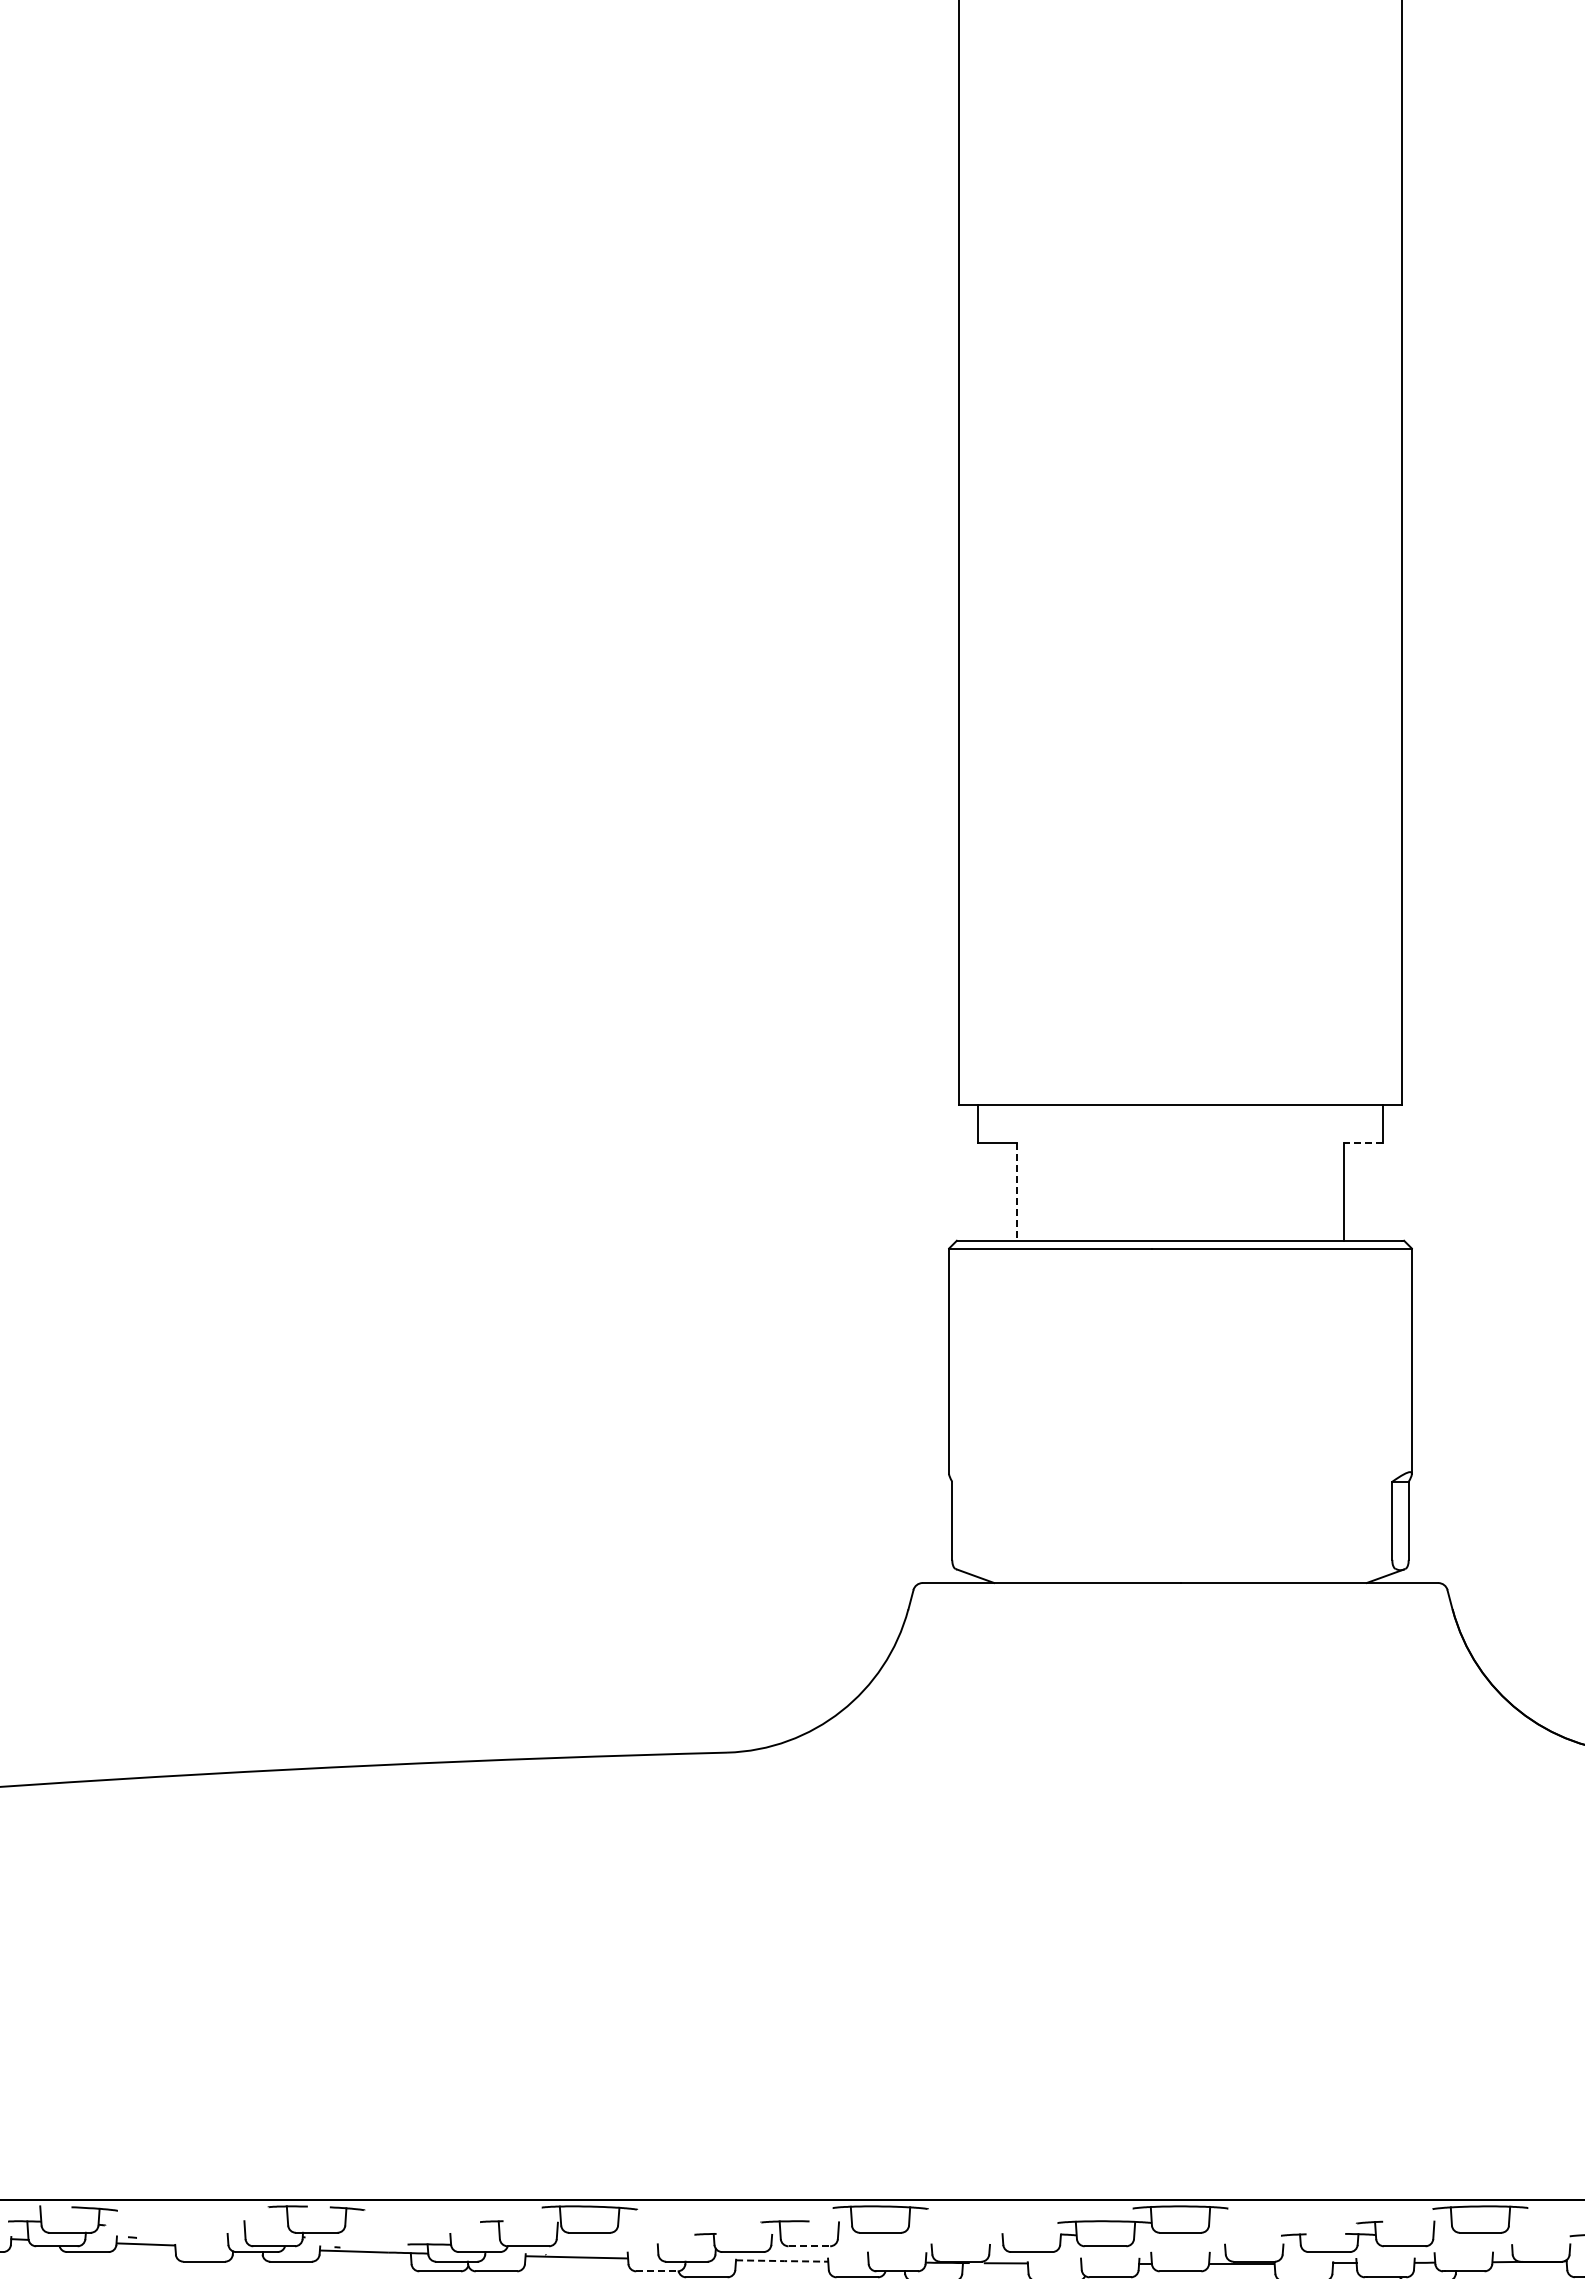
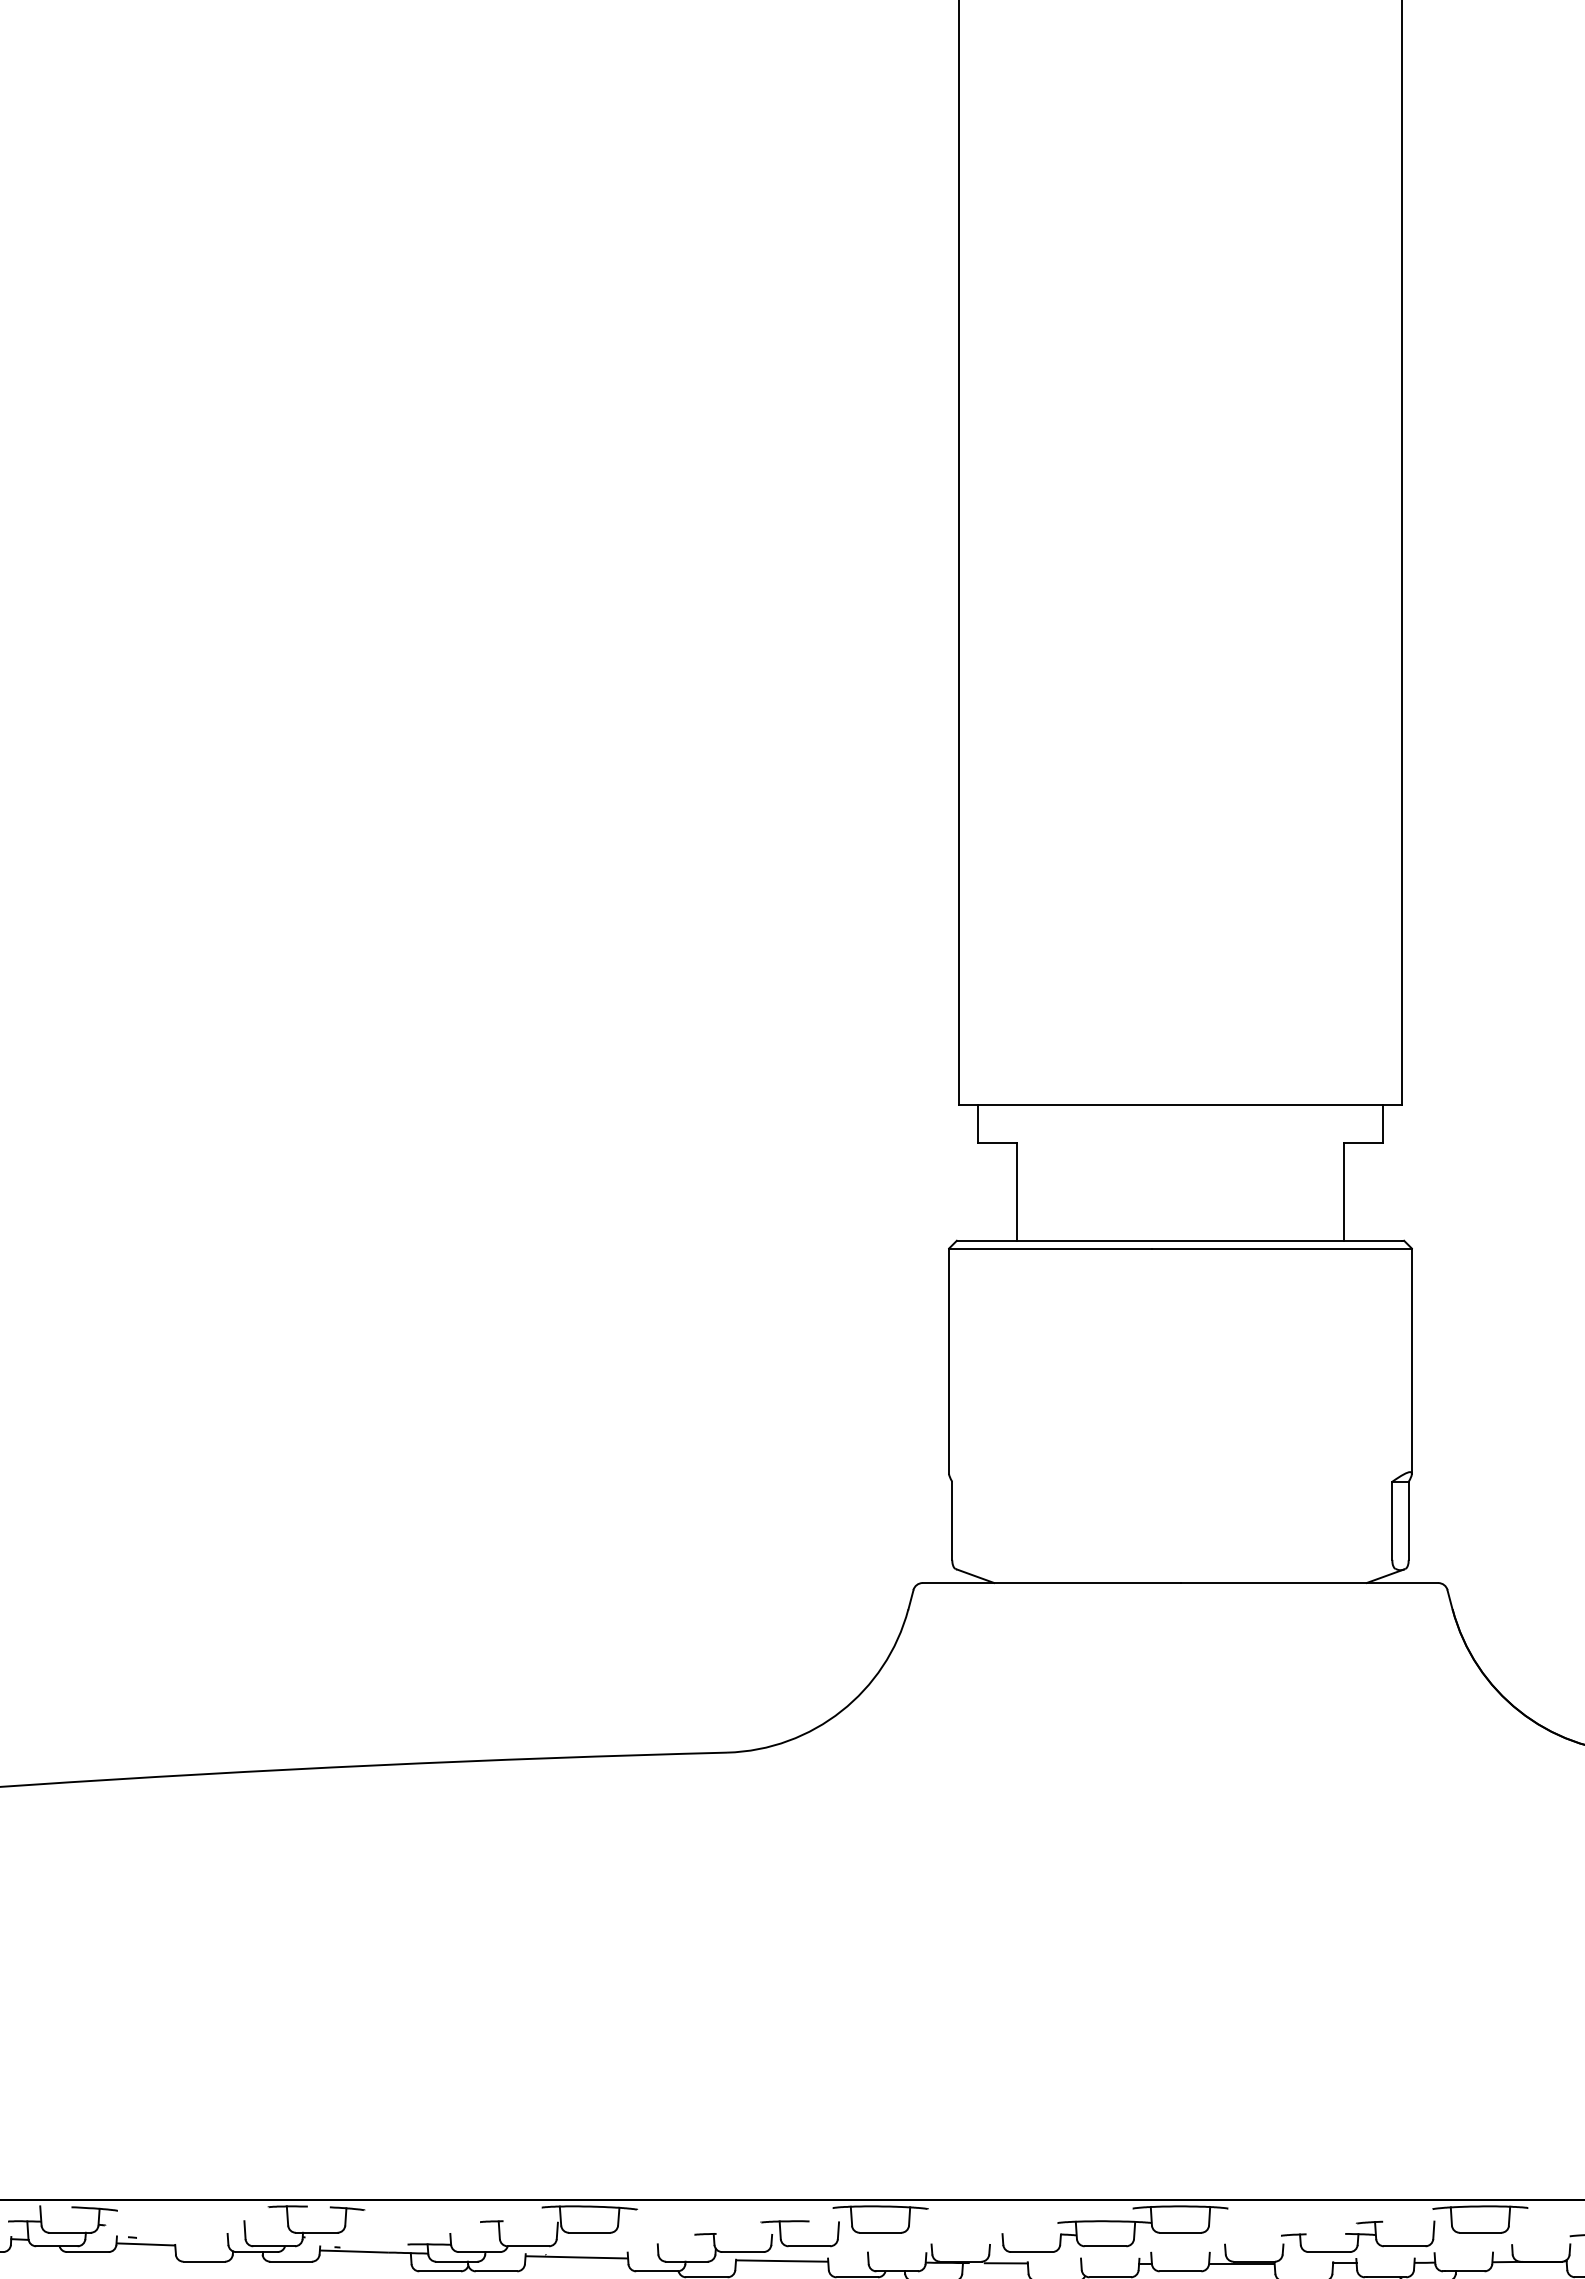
line at (1363, 1143): dashed -> solid
line at (1016, 1192): dashed -> solid
line at (809, 2246): dashed -> solid
line at (782, 2261): dashed -> solid
line at (656, 2271): dashed -> solid
